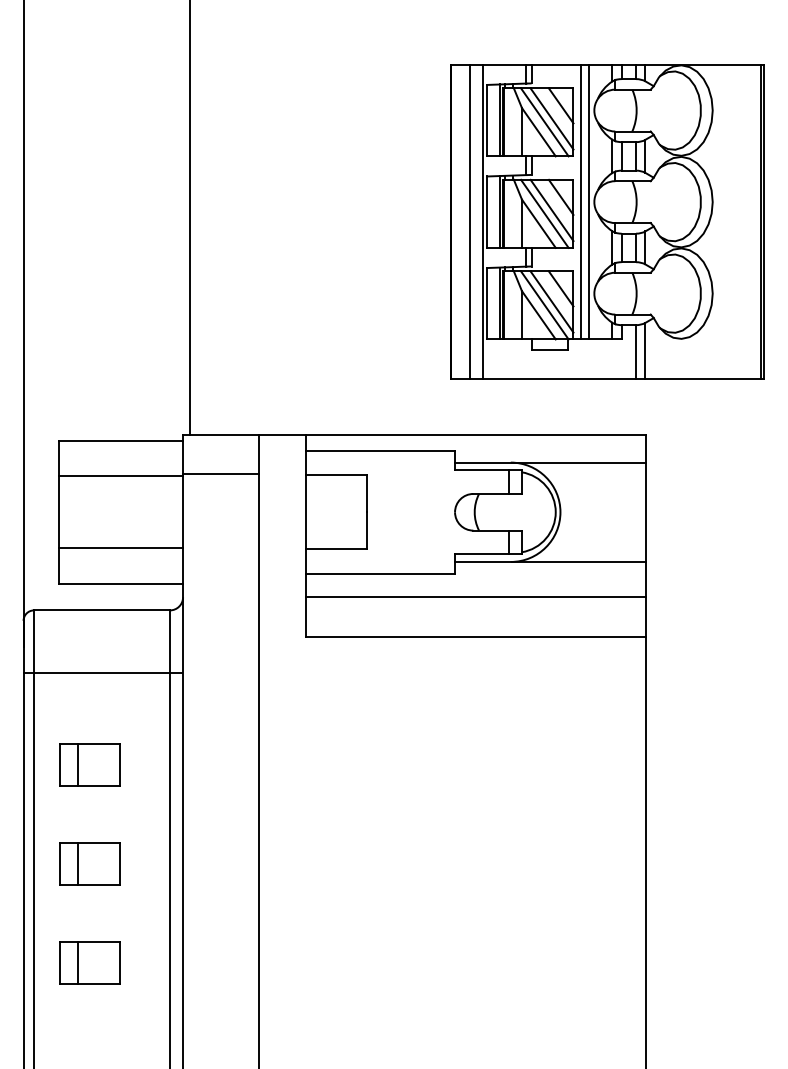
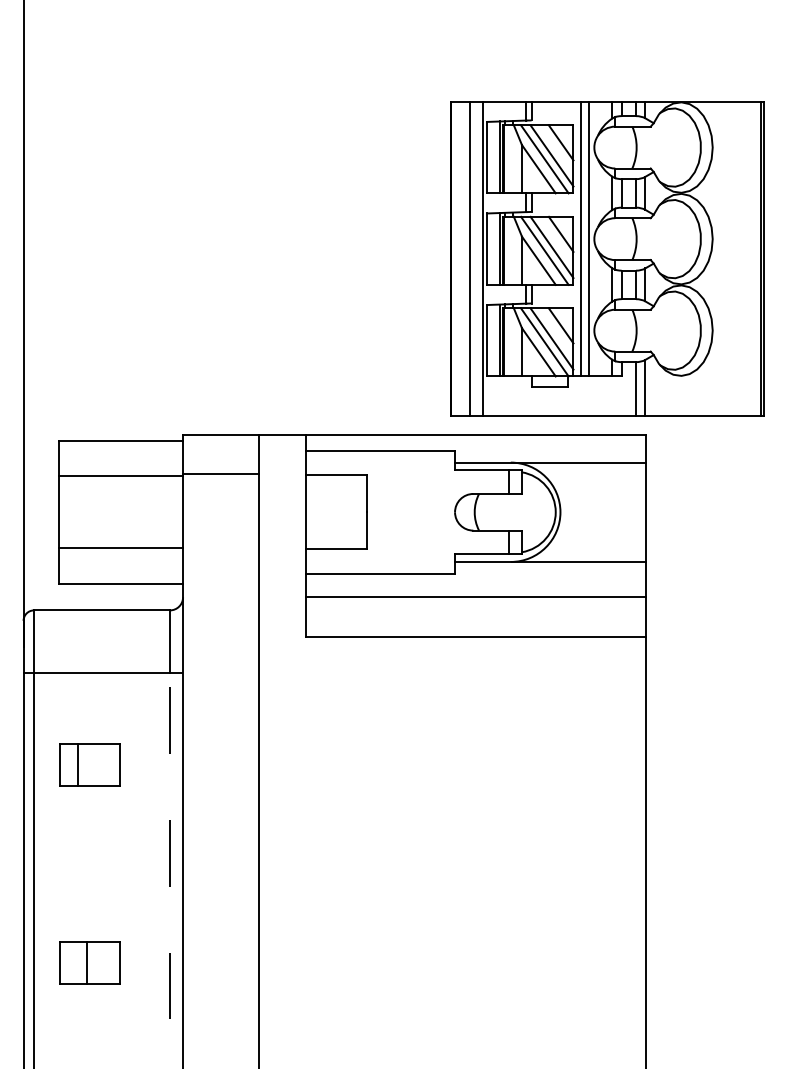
line at (189, 218): present -> none
part at (607, 221) position: (607, 221) -> (607, 258)
part at (89, 863): present -> none
line at (169, 871): solid -> dashed
line at (78, 963) position: (78, 963) -> (87, 963)
